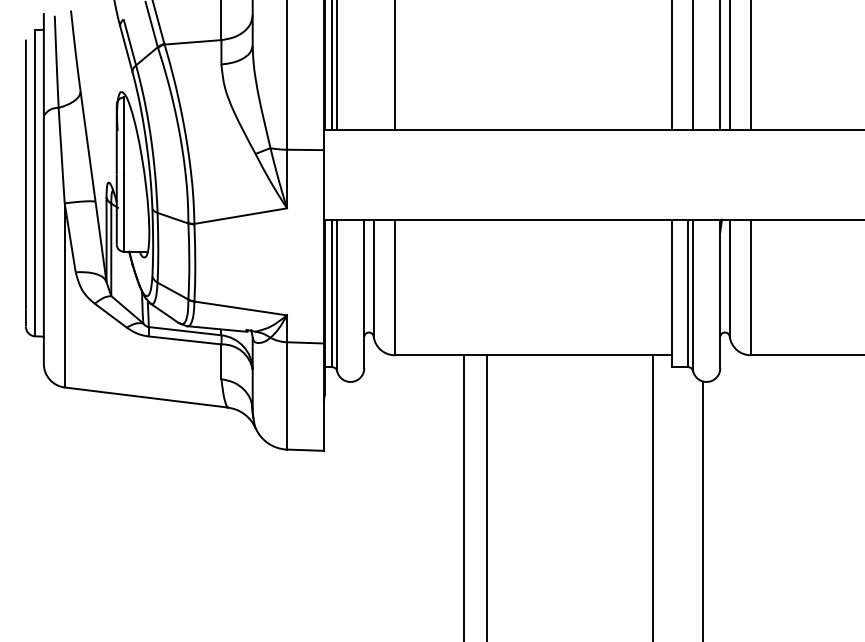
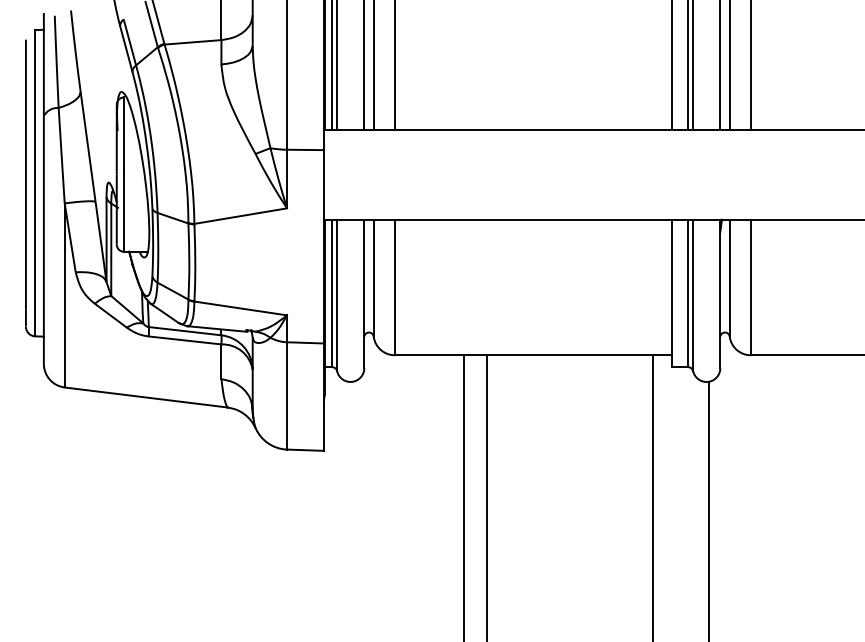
line at (364, 65): none -> present
line at (373, 65): none -> present
line at (688, 65): none -> present
line at (703, 509) position: (703, 509) -> (709, 509)
